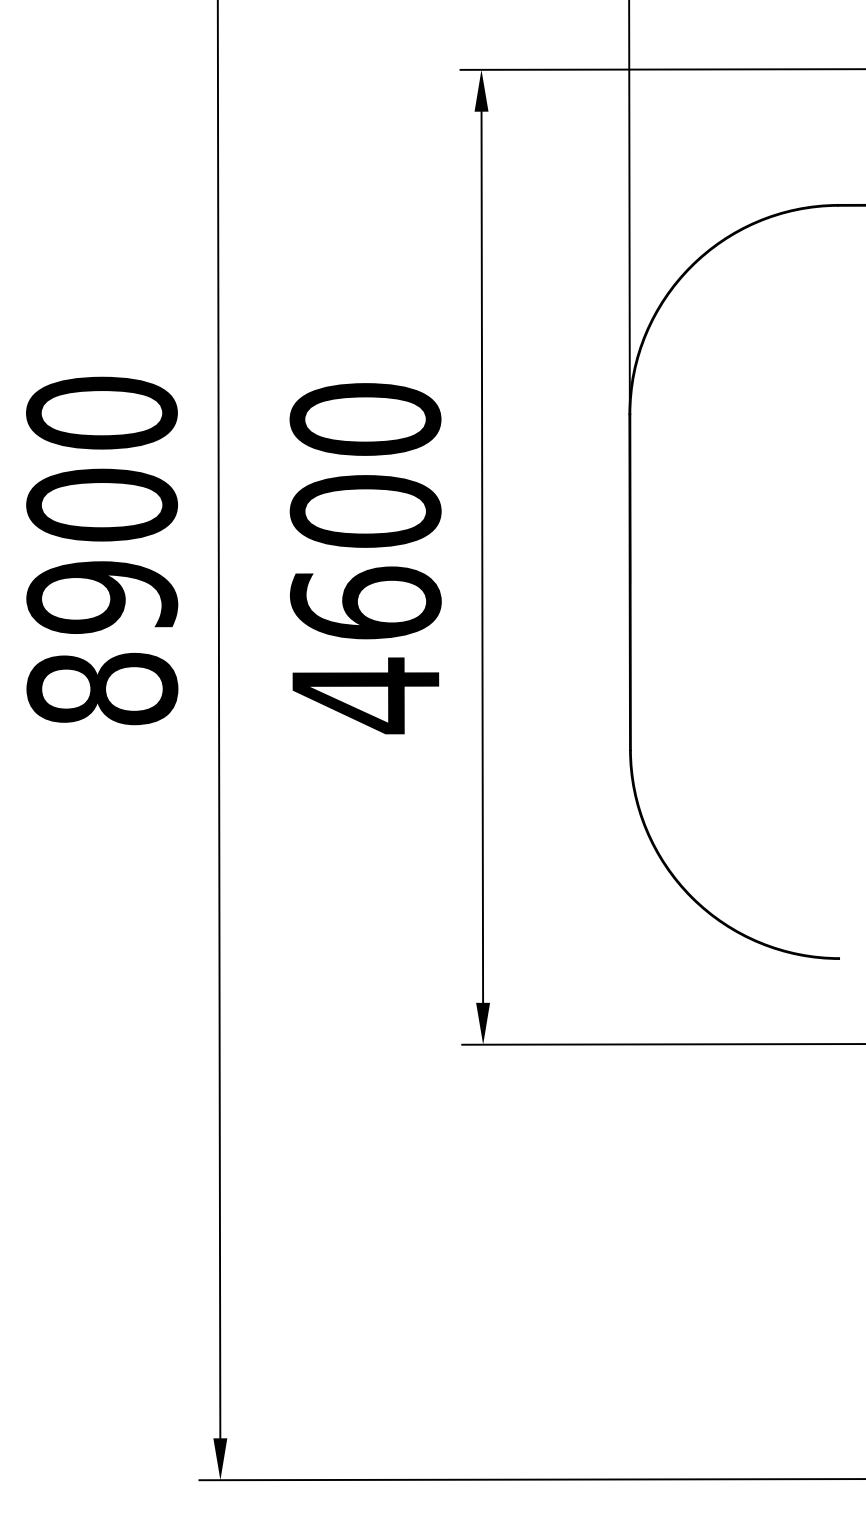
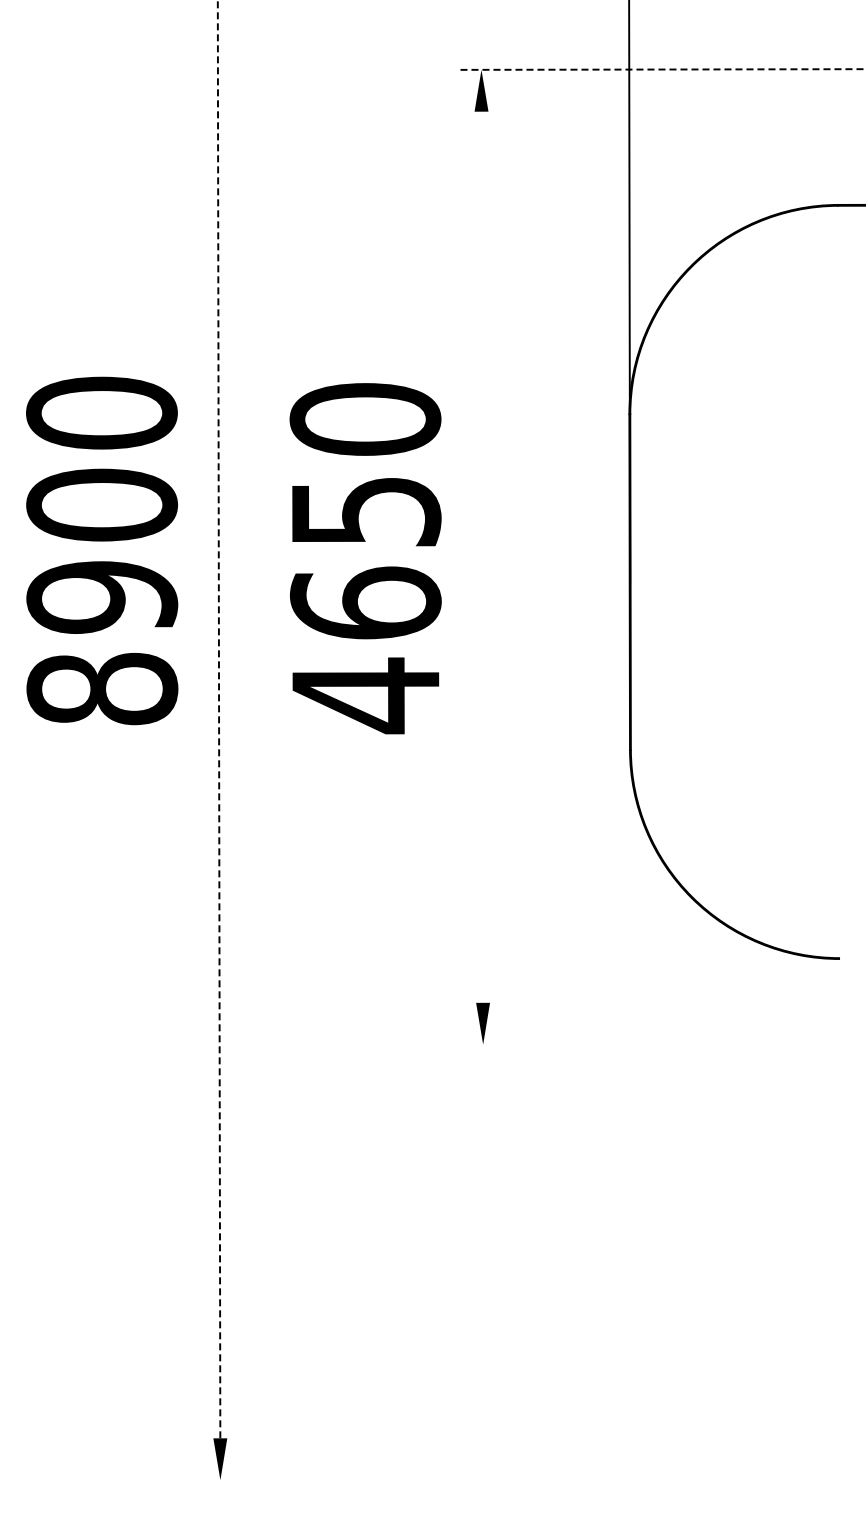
line at (662, 69): solid -> dashed
text at (365, 511): 4600 -> 4650
line at (482, 556): present -> none
line at (219, 719): solid -> dashed
line at (662, 1044): present -> none
line at (530, 1479): present -> none
